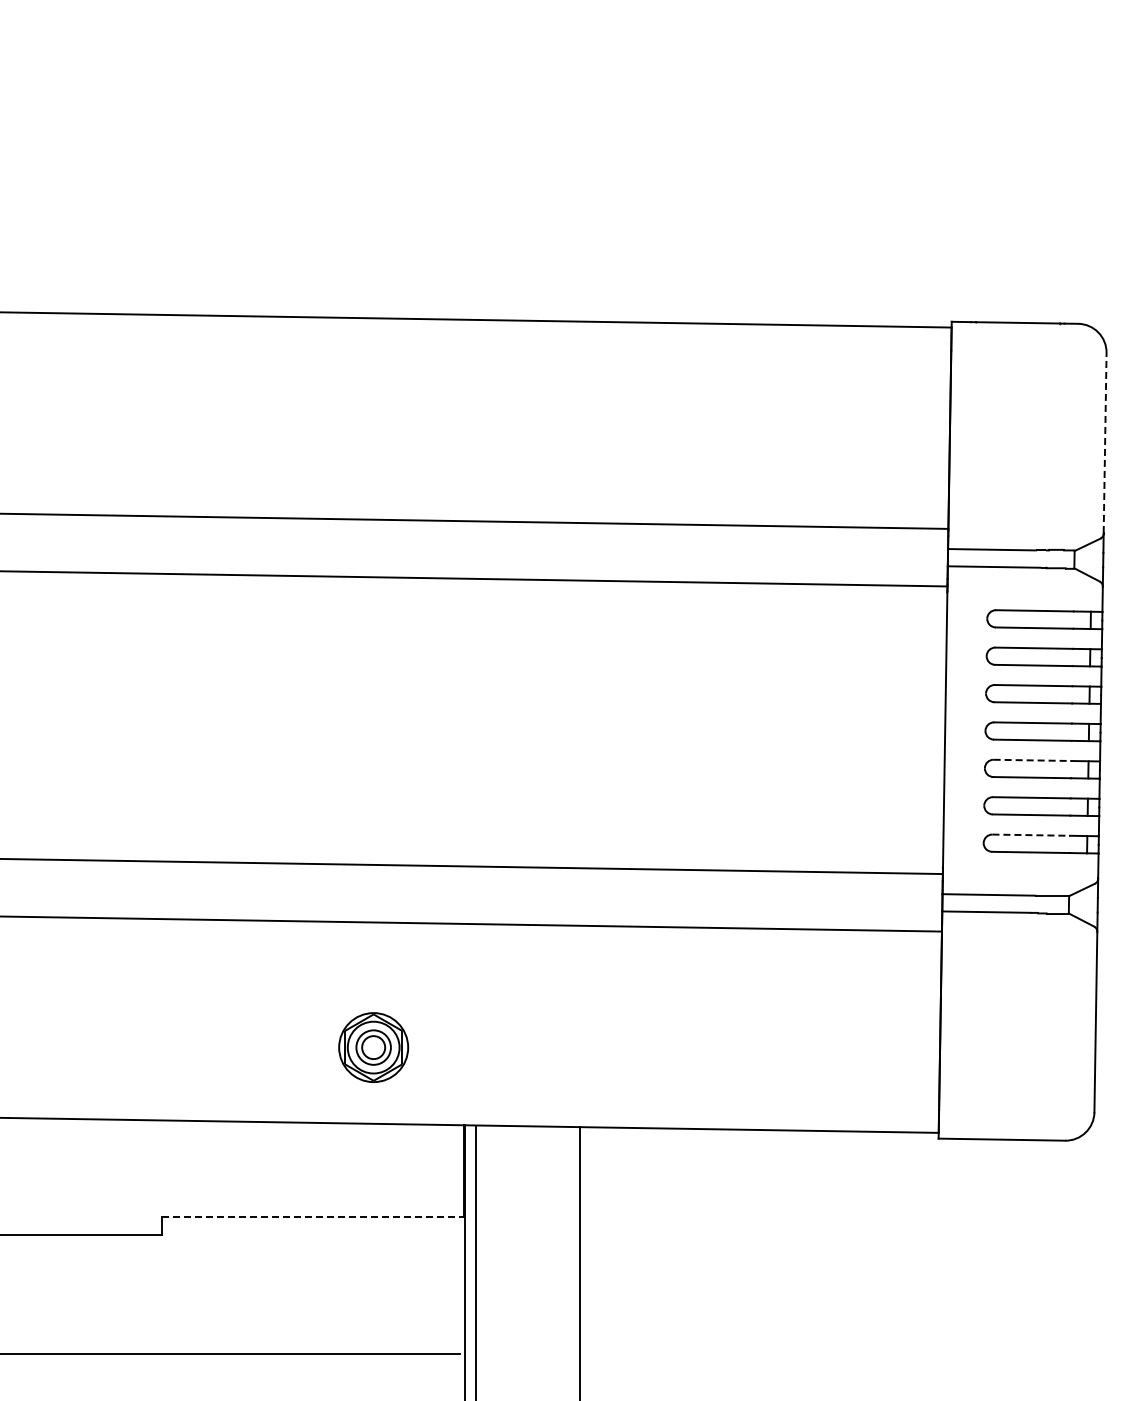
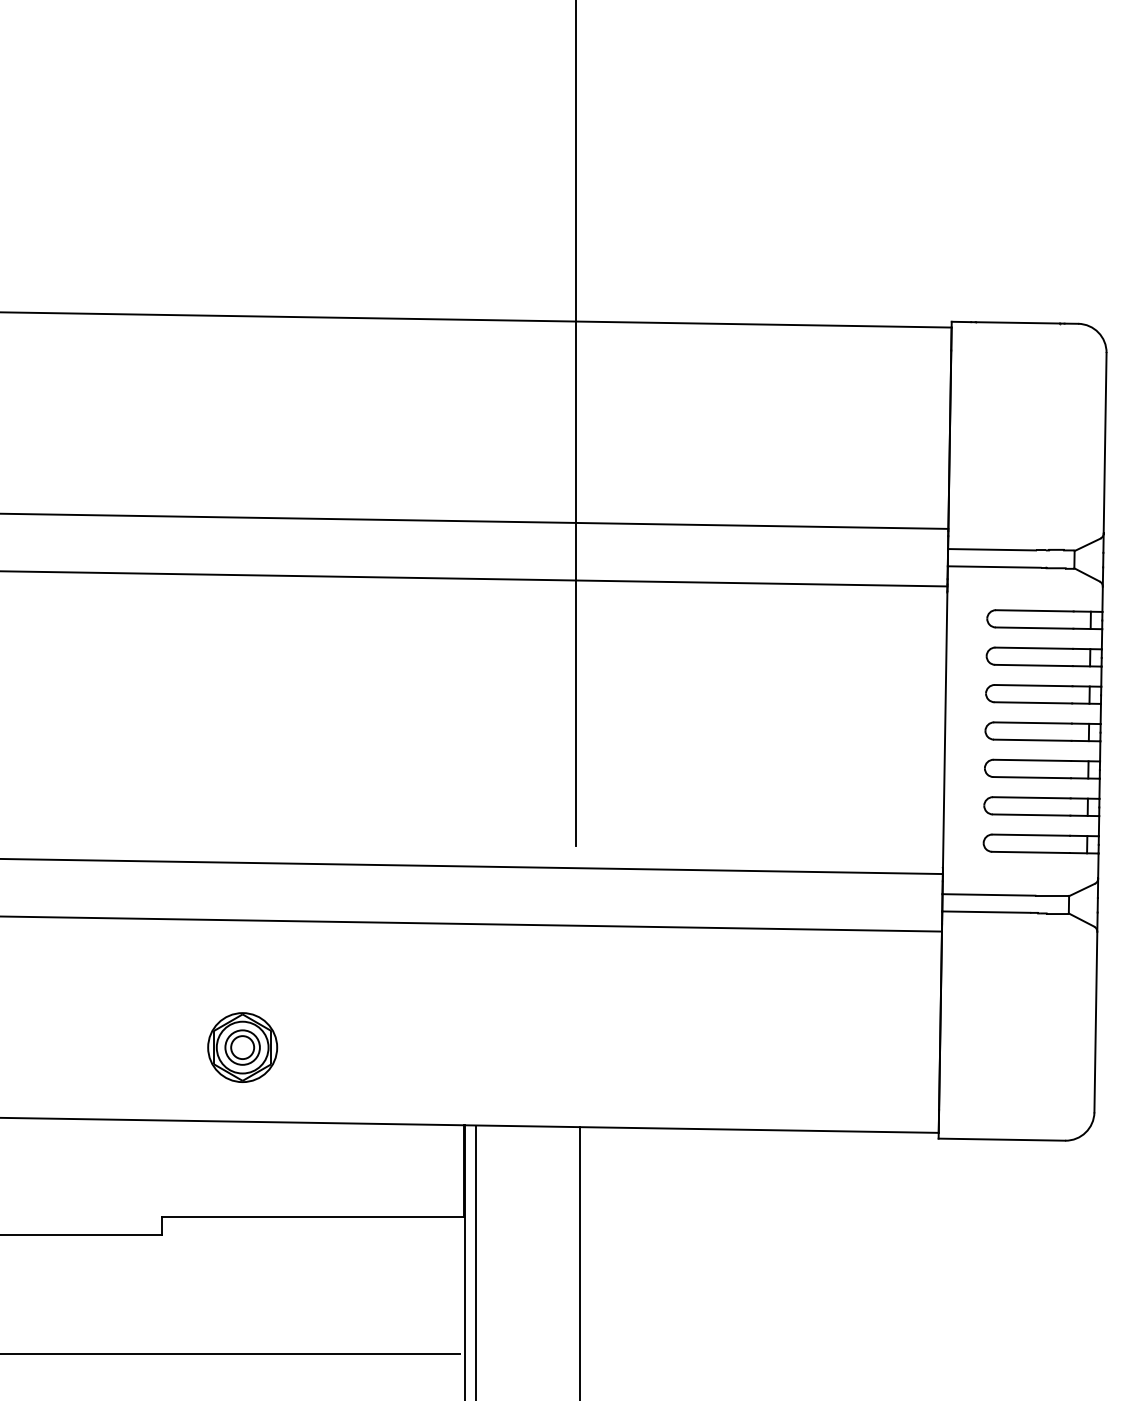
line at (576, 424): none -> present
line at (1105, 442): dashed -> solid
line at (1032, 760): dashed -> solid
line at (1031, 835): dashed -> solid
part at (373, 1047) position: (373, 1047) -> (242, 1047)
line at (313, 1217): dashed -> solid
